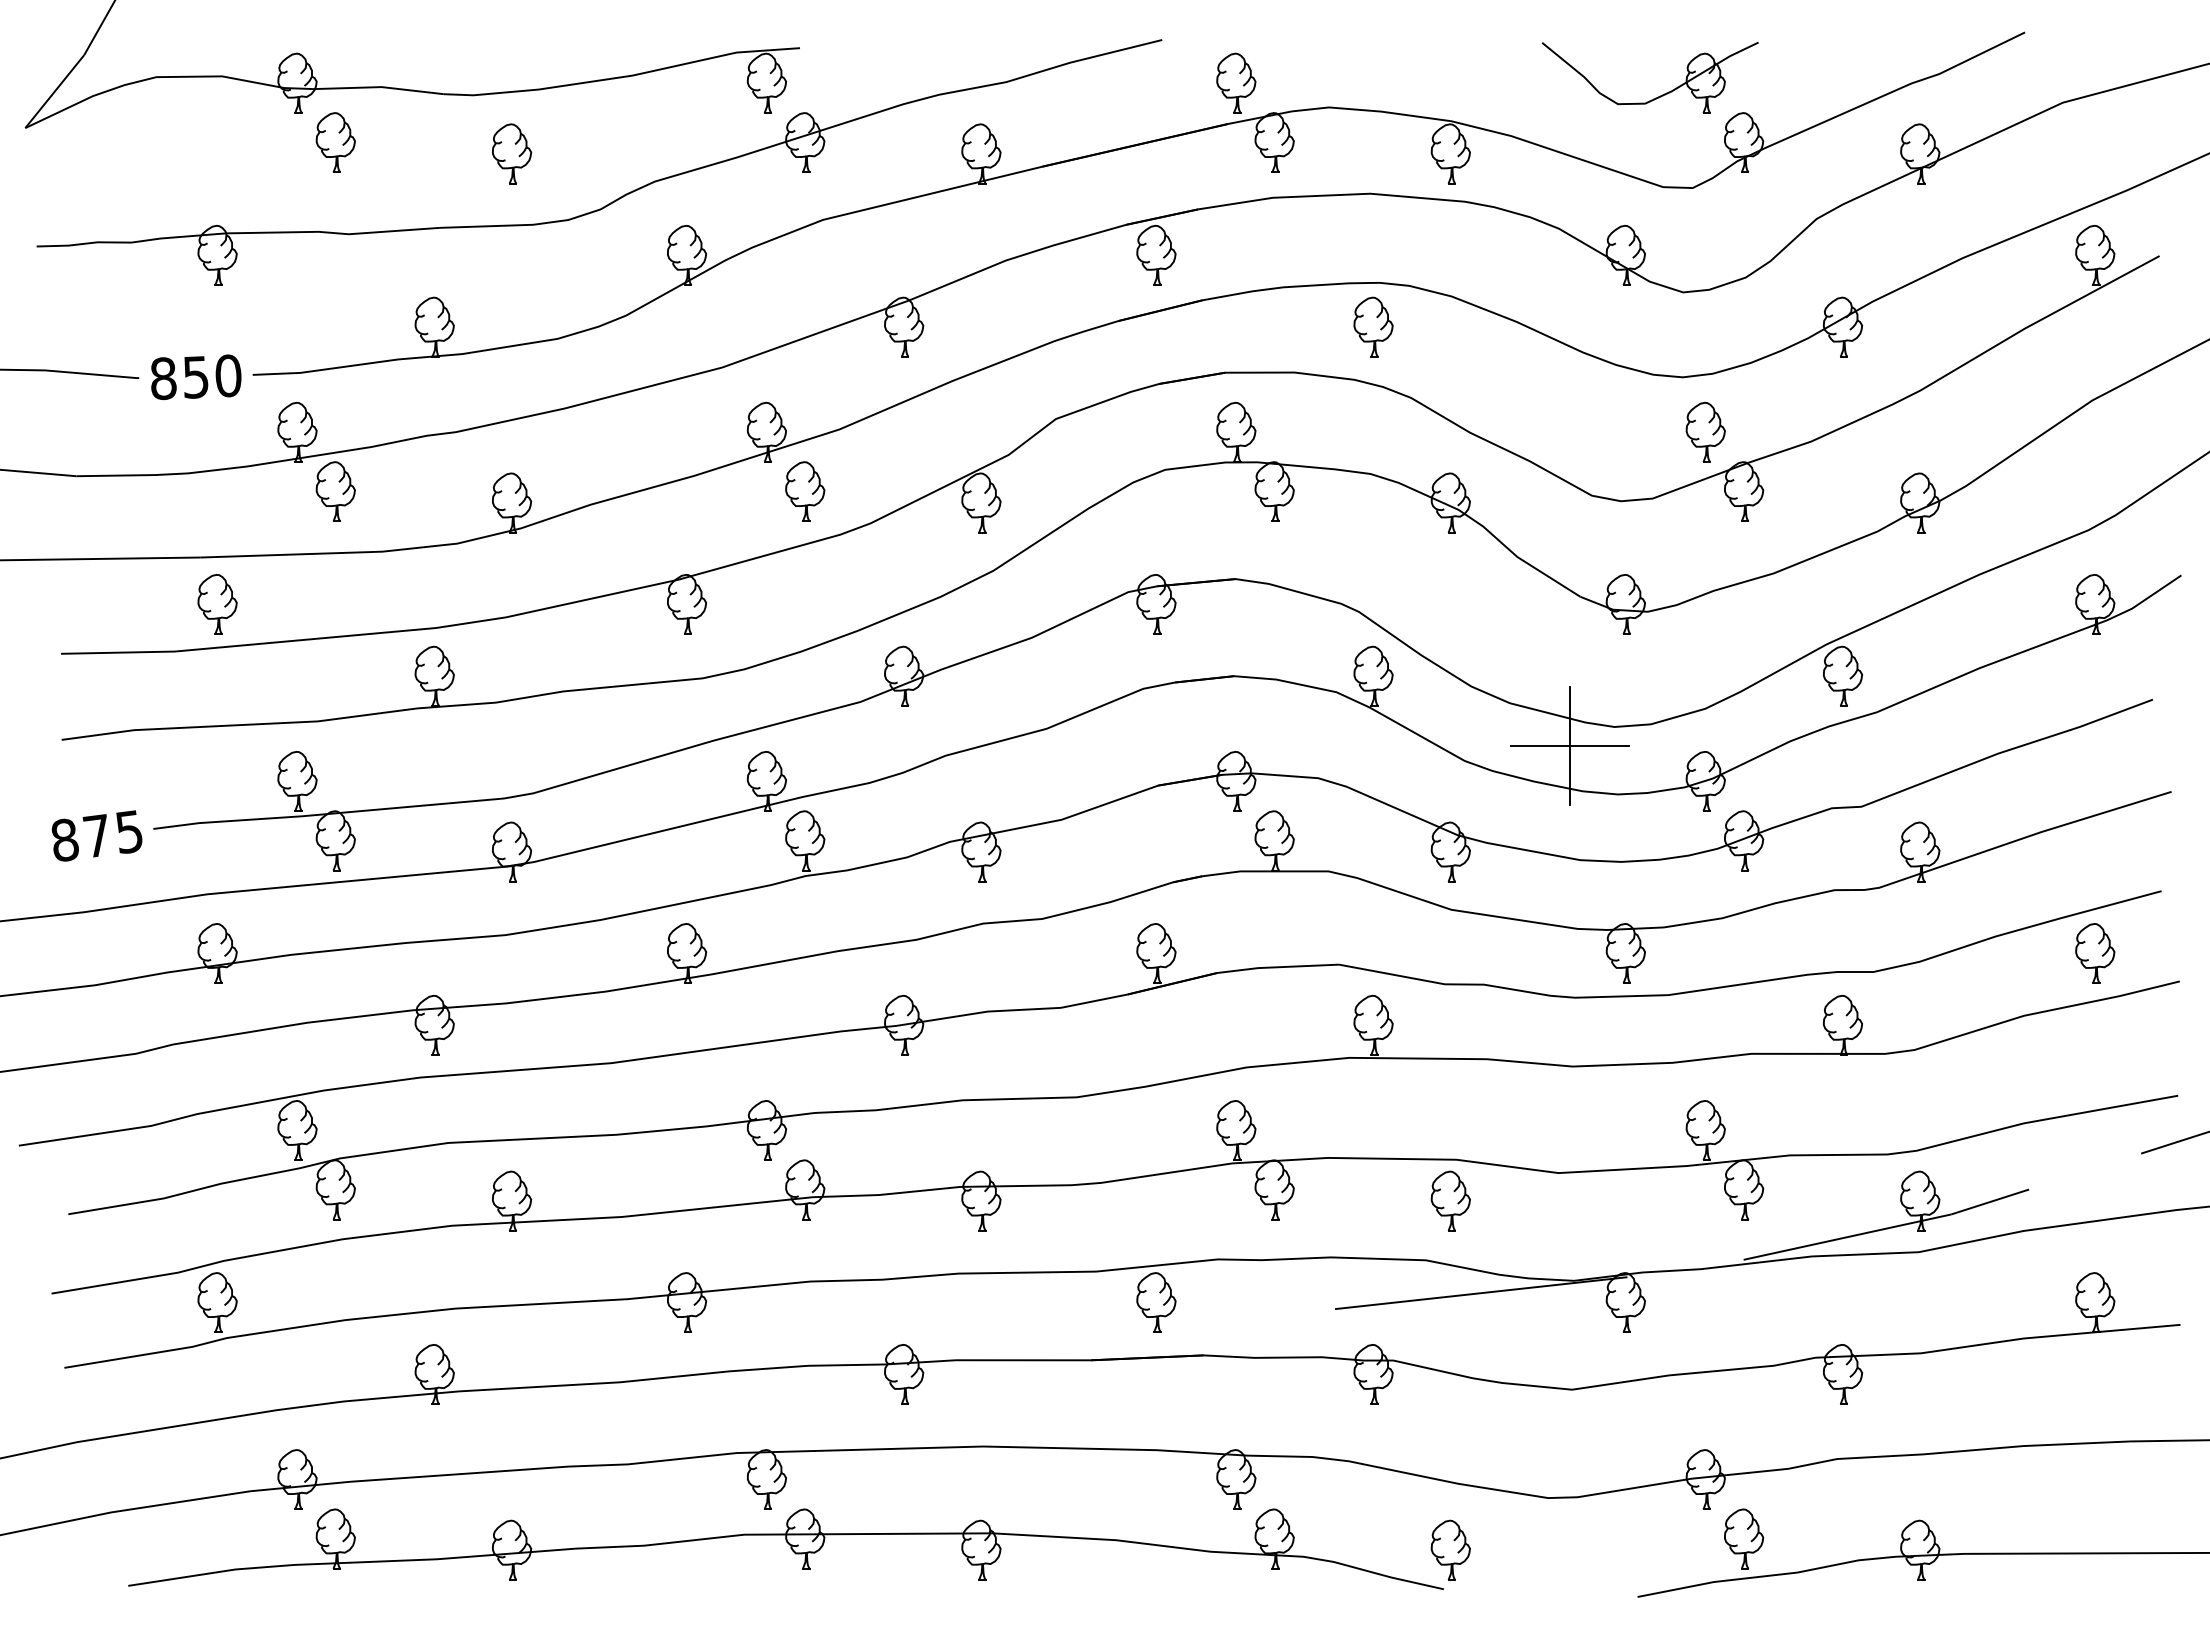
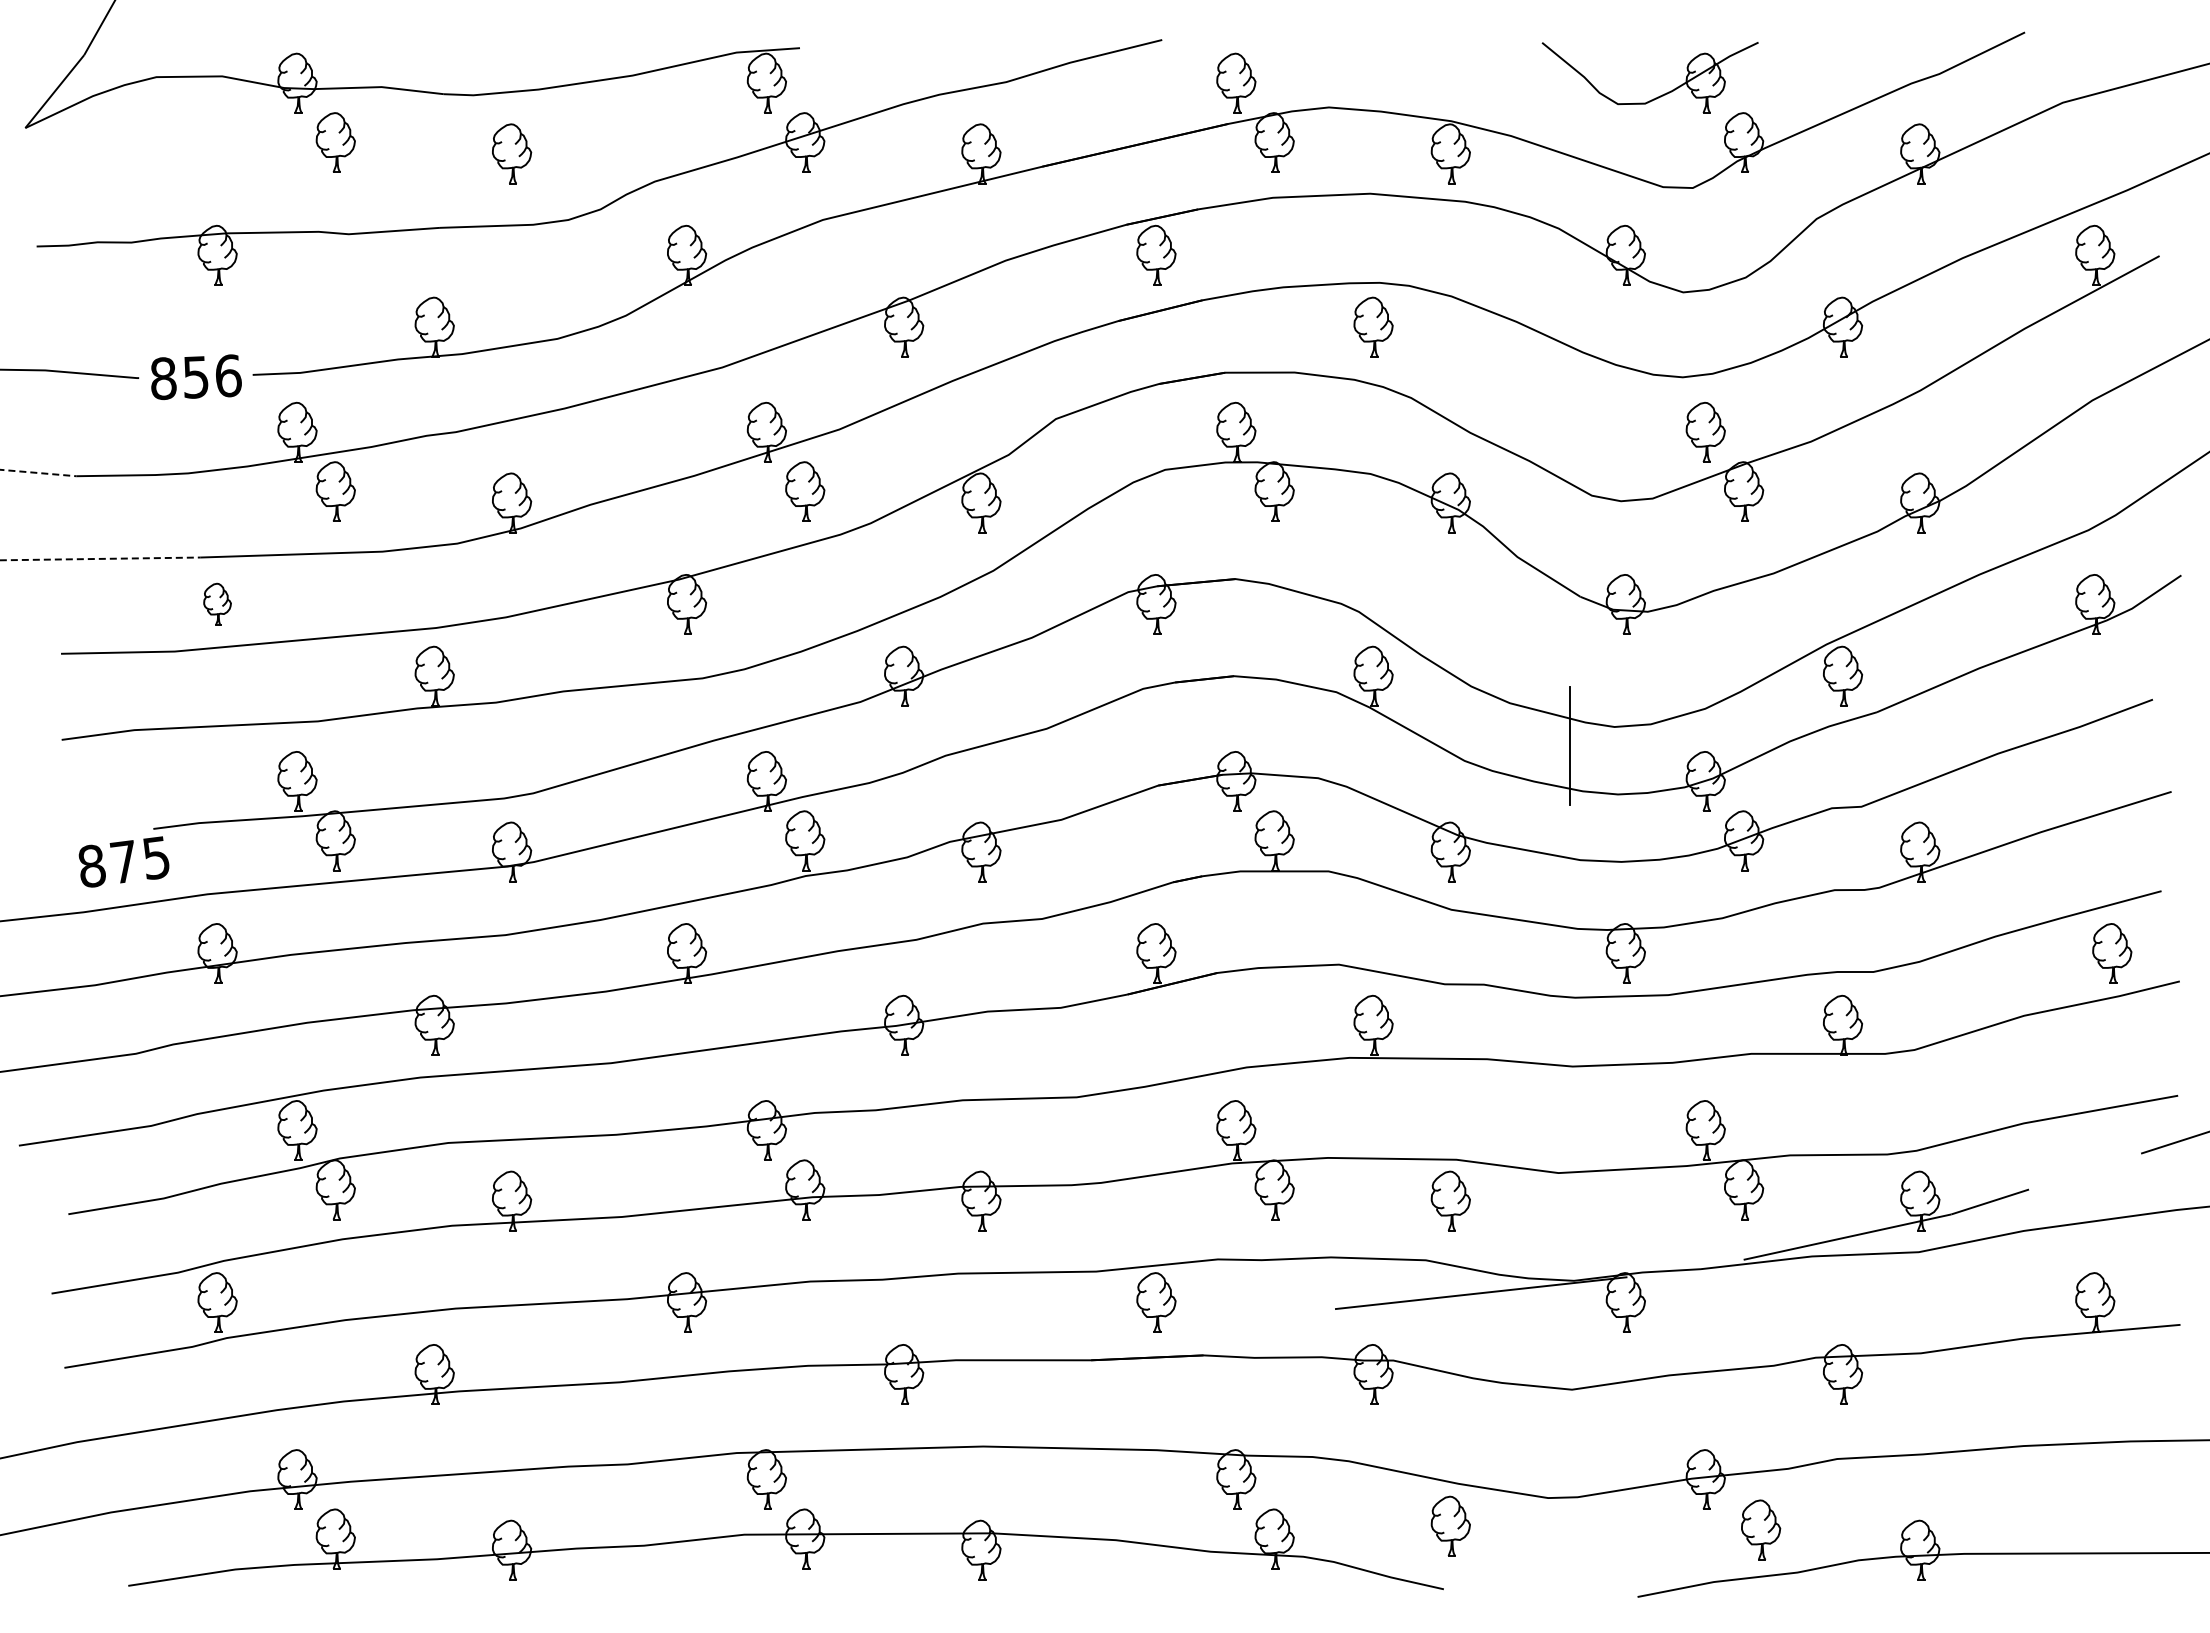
text at (228, 375): 850 -> 856
line at (38, 473): solid -> dashed
line at (100, 558): solid -> dashed
part at (217, 604) size: 41x61 px -> 29x44 px
line at (1569, 745): present -> none
text at (96, 835) position: (96, 835) -> (123, 861)
part at (2095, 953) position: (2095, 953) -> (2112, 953)
part at (1744, 1538) position: (1744, 1538) -> (1761, 1529)
part at (1450, 1549) position: (1450, 1549) -> (1450, 1525)
